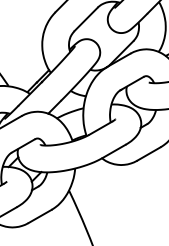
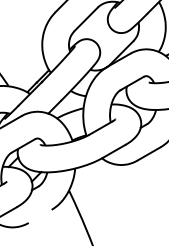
line at (39, 215): present -> none
